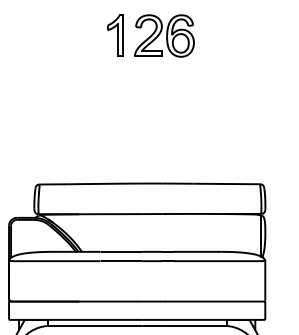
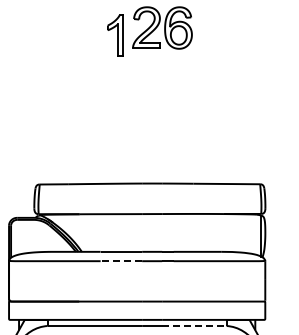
part at (164, 35) position: (164, 35) -> (162, 27)
line at (121, 261): solid -> dashed
line at (194, 325): solid -> dashed
